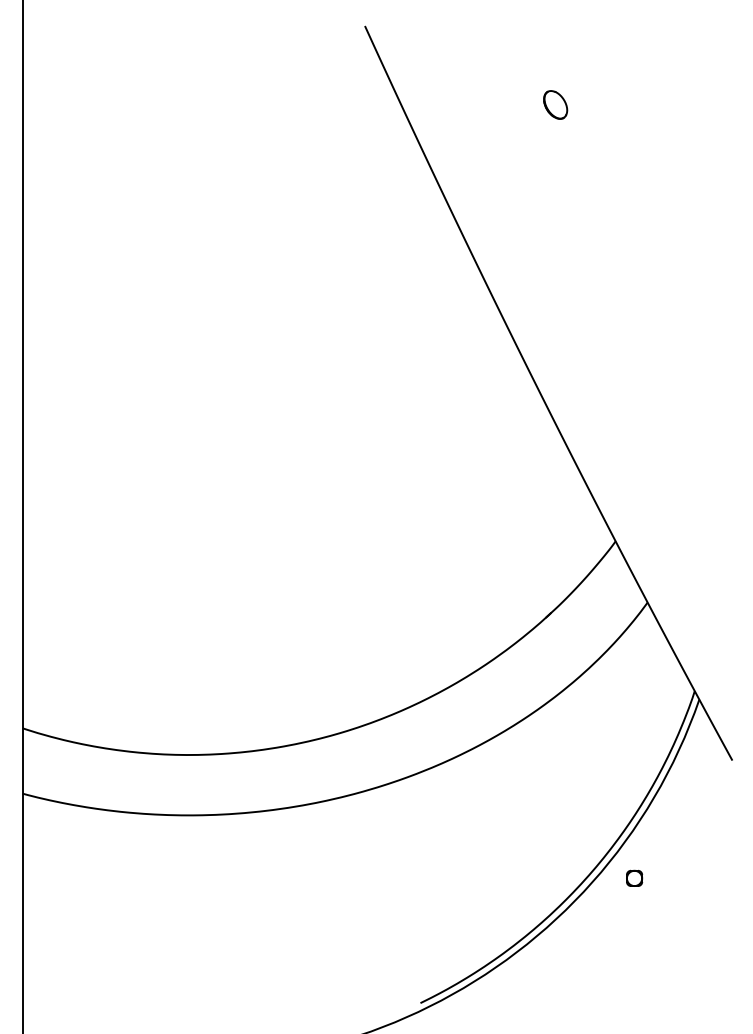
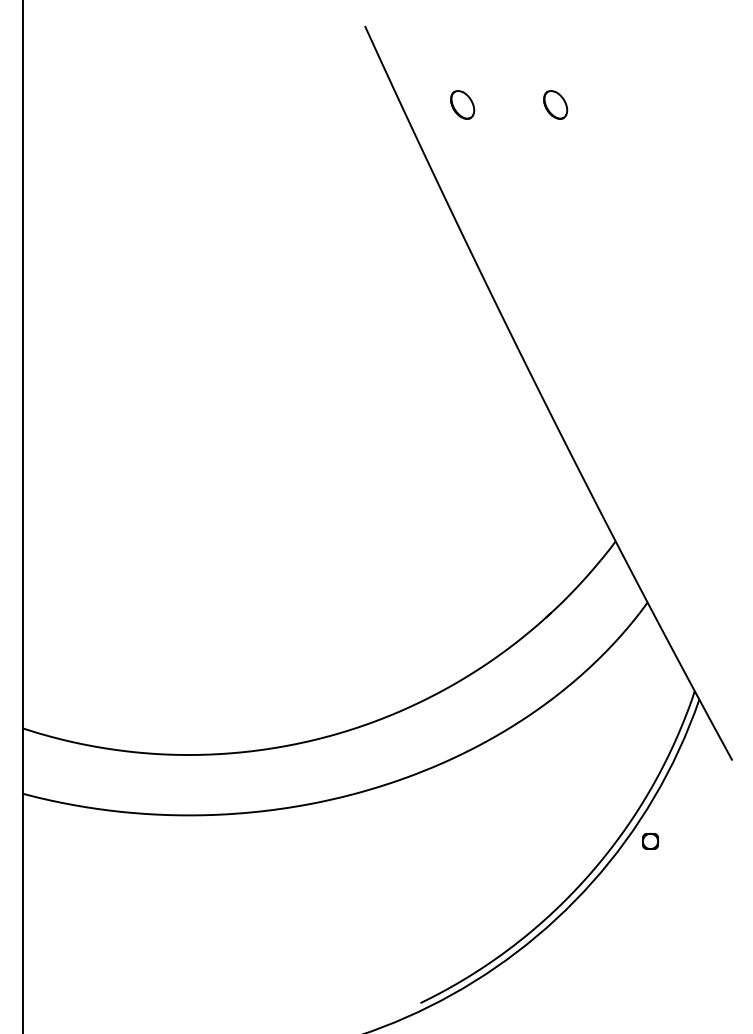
part at (462, 104): none -> present
part at (634, 877) position: (634, 877) -> (650, 840)
